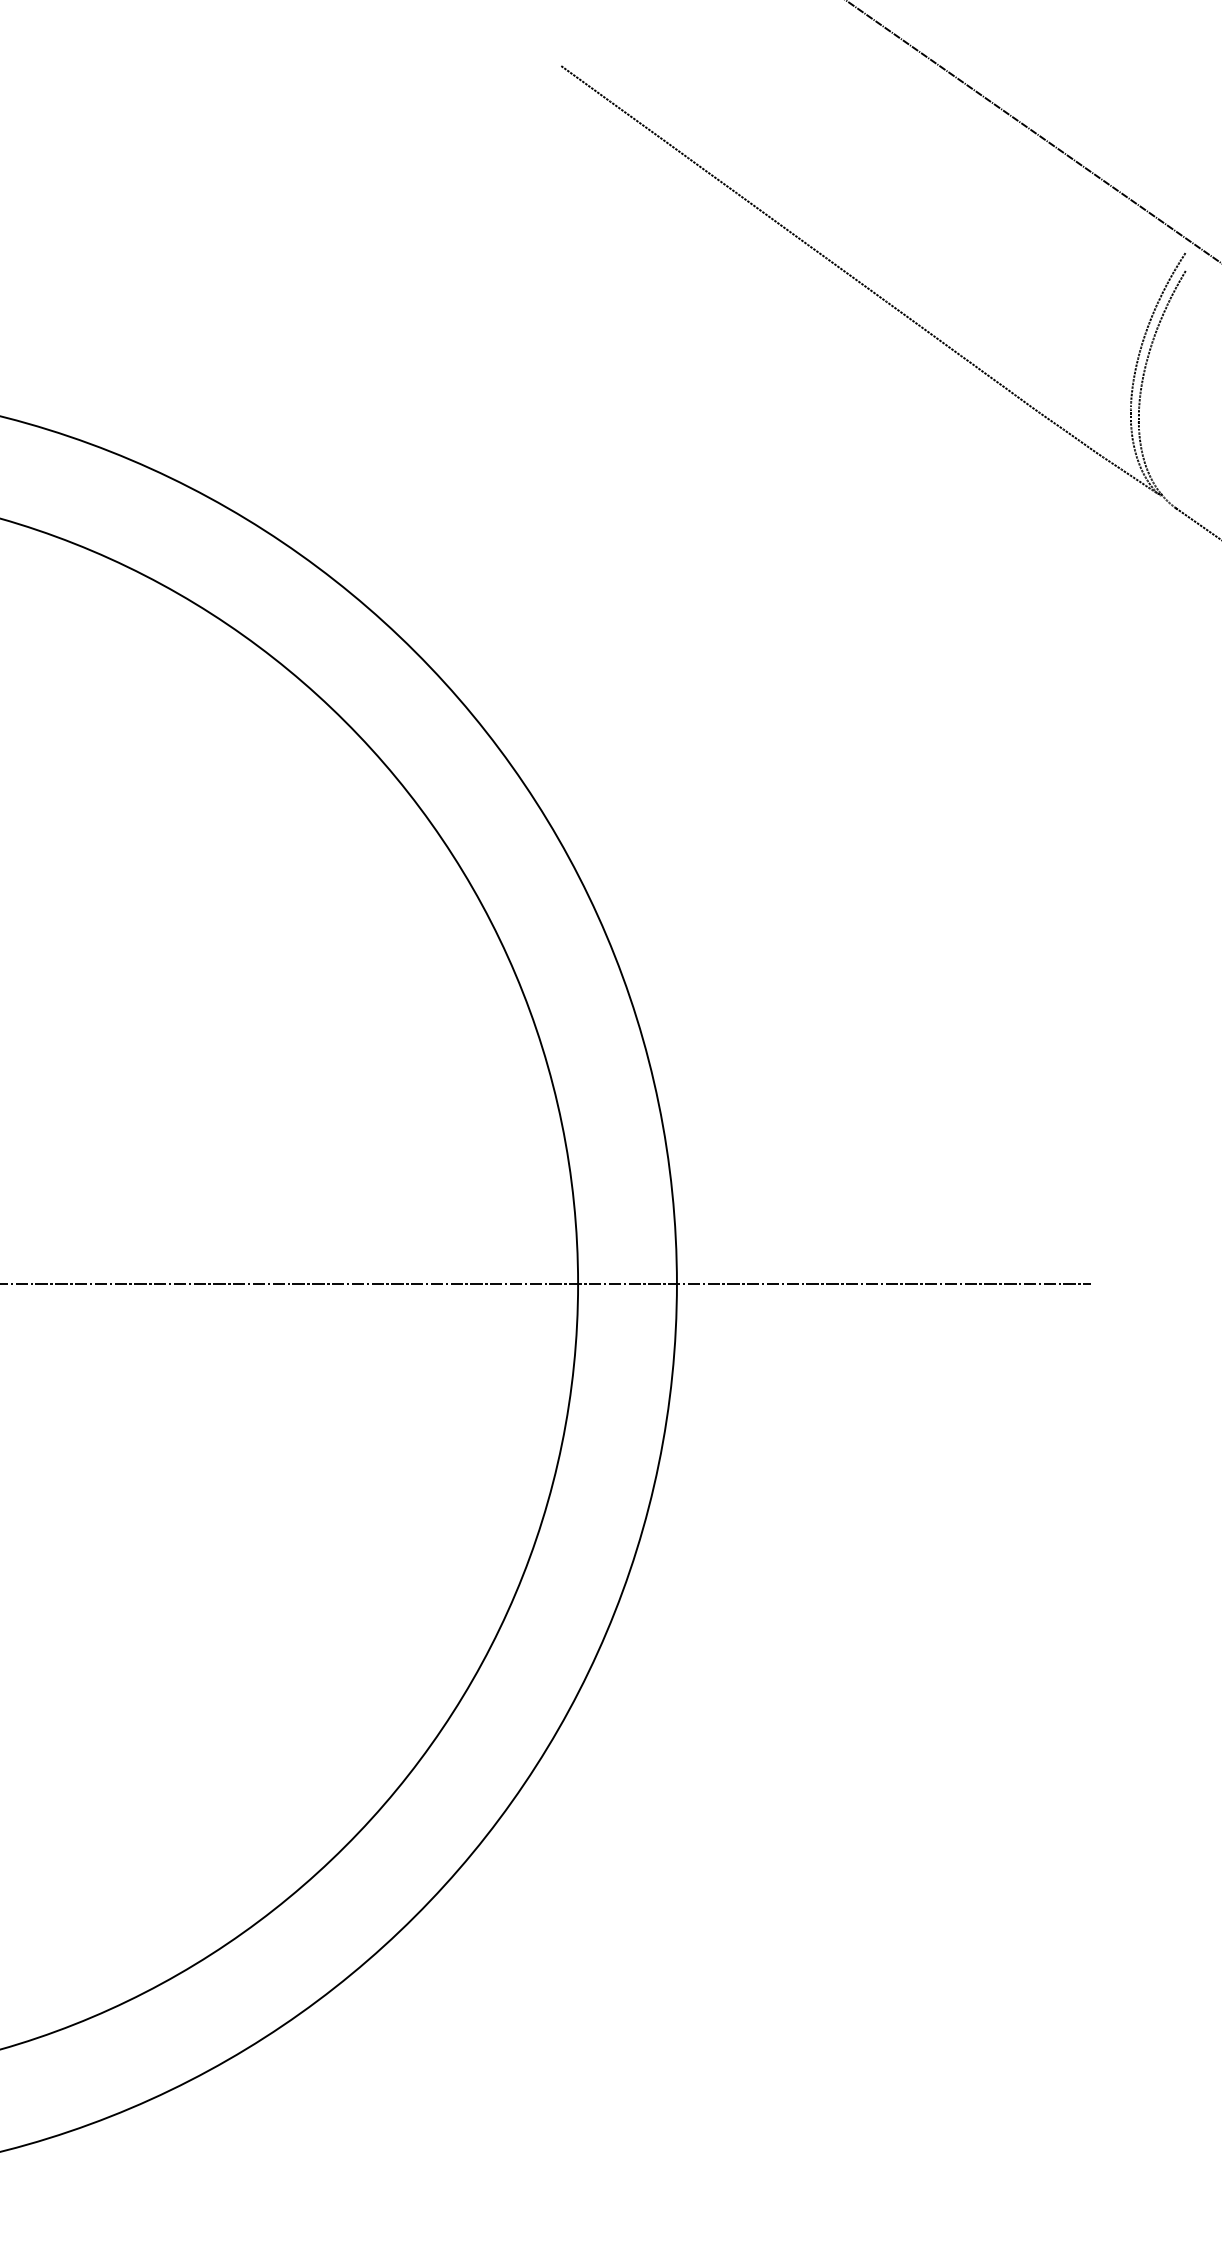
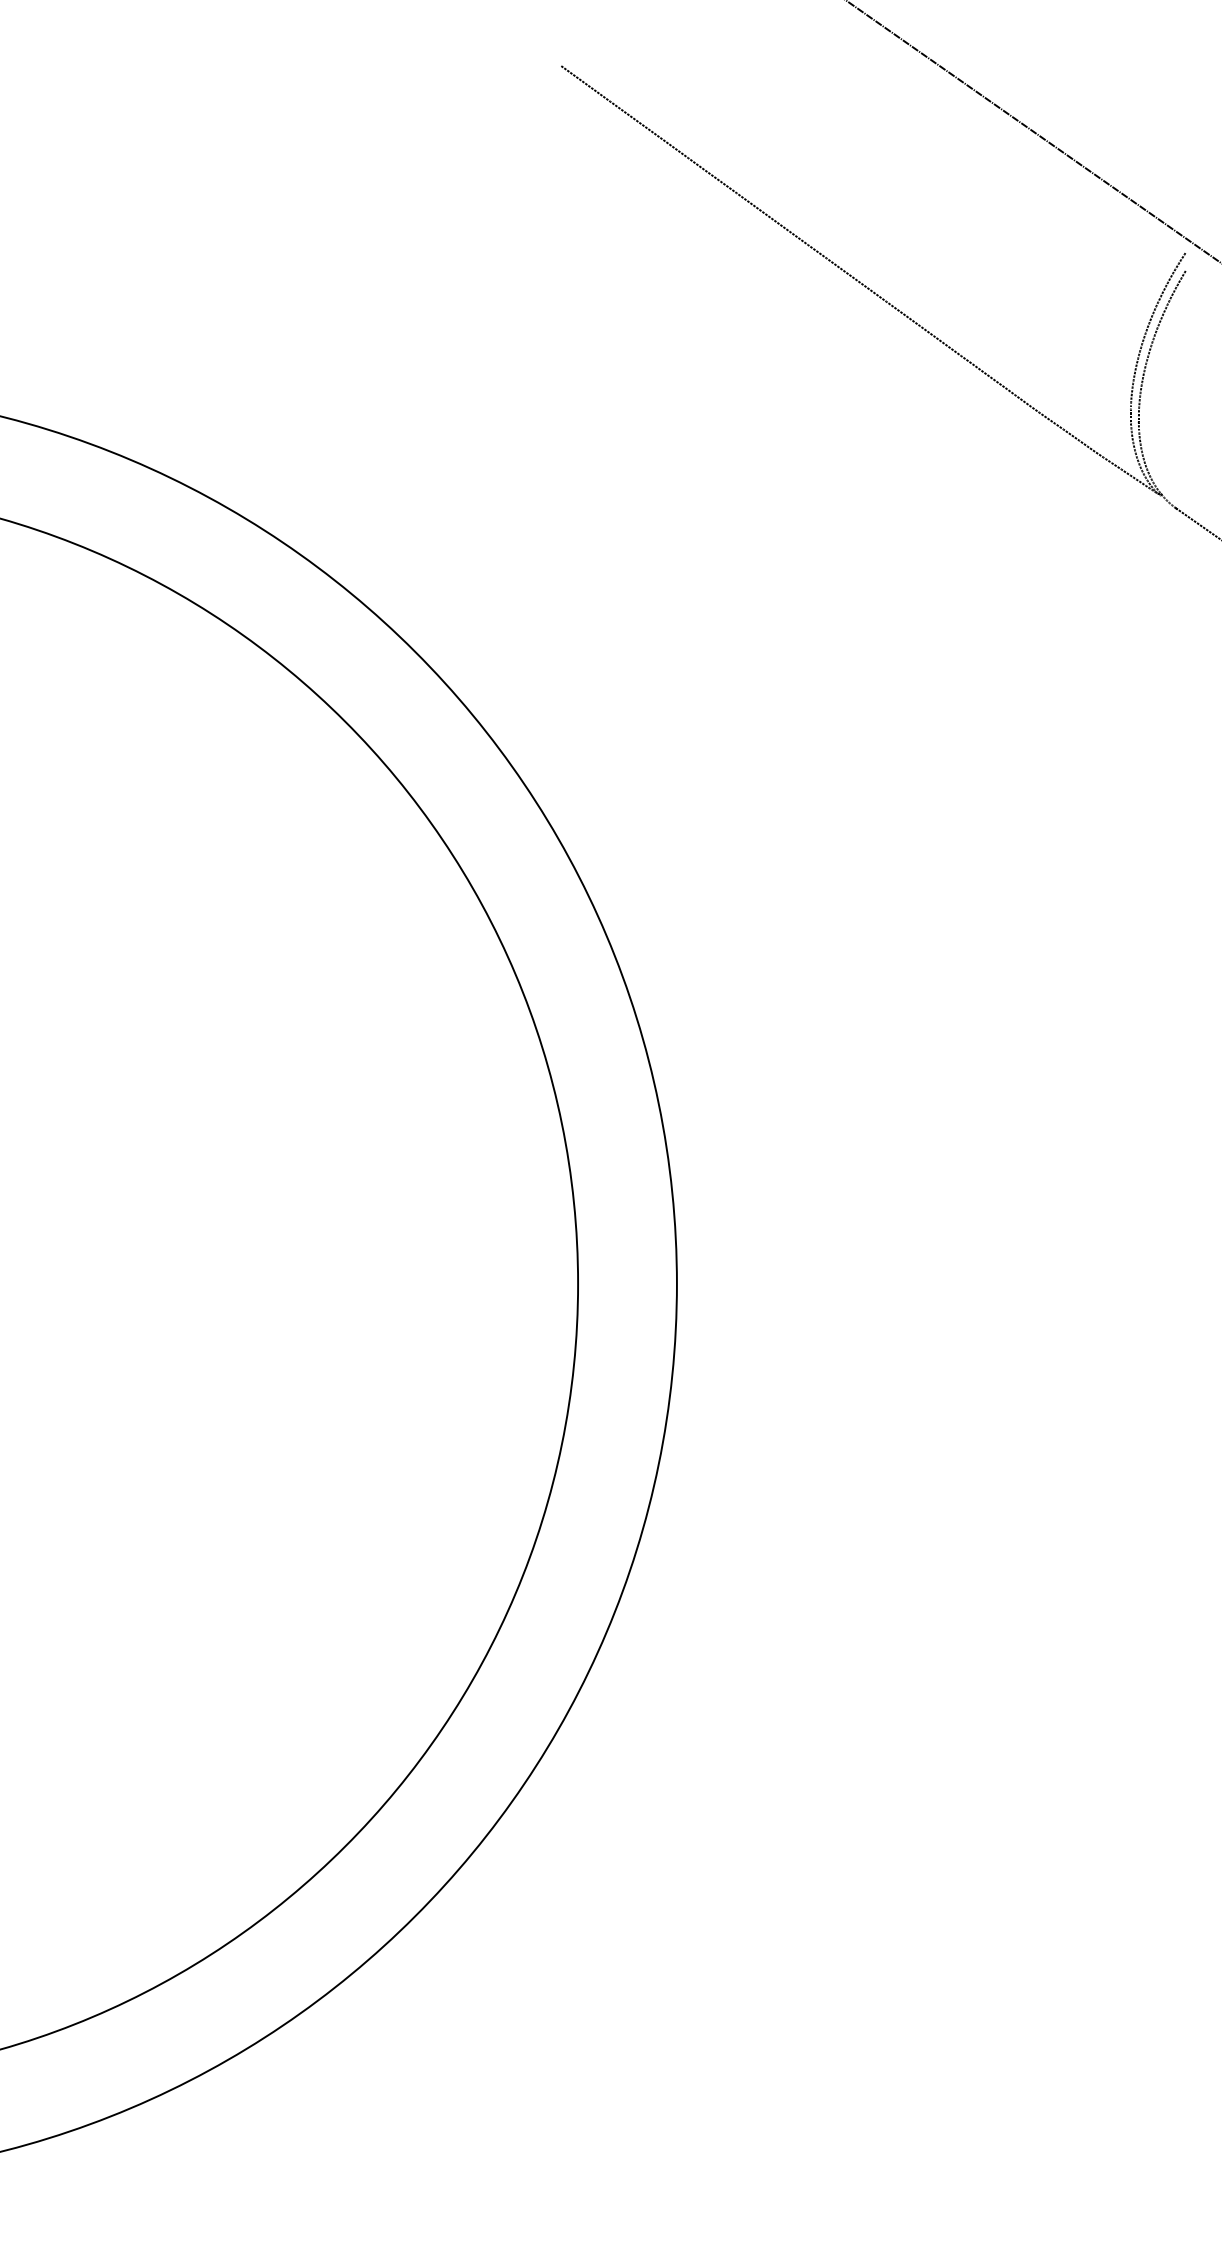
line at (546, 1284): present -> none
